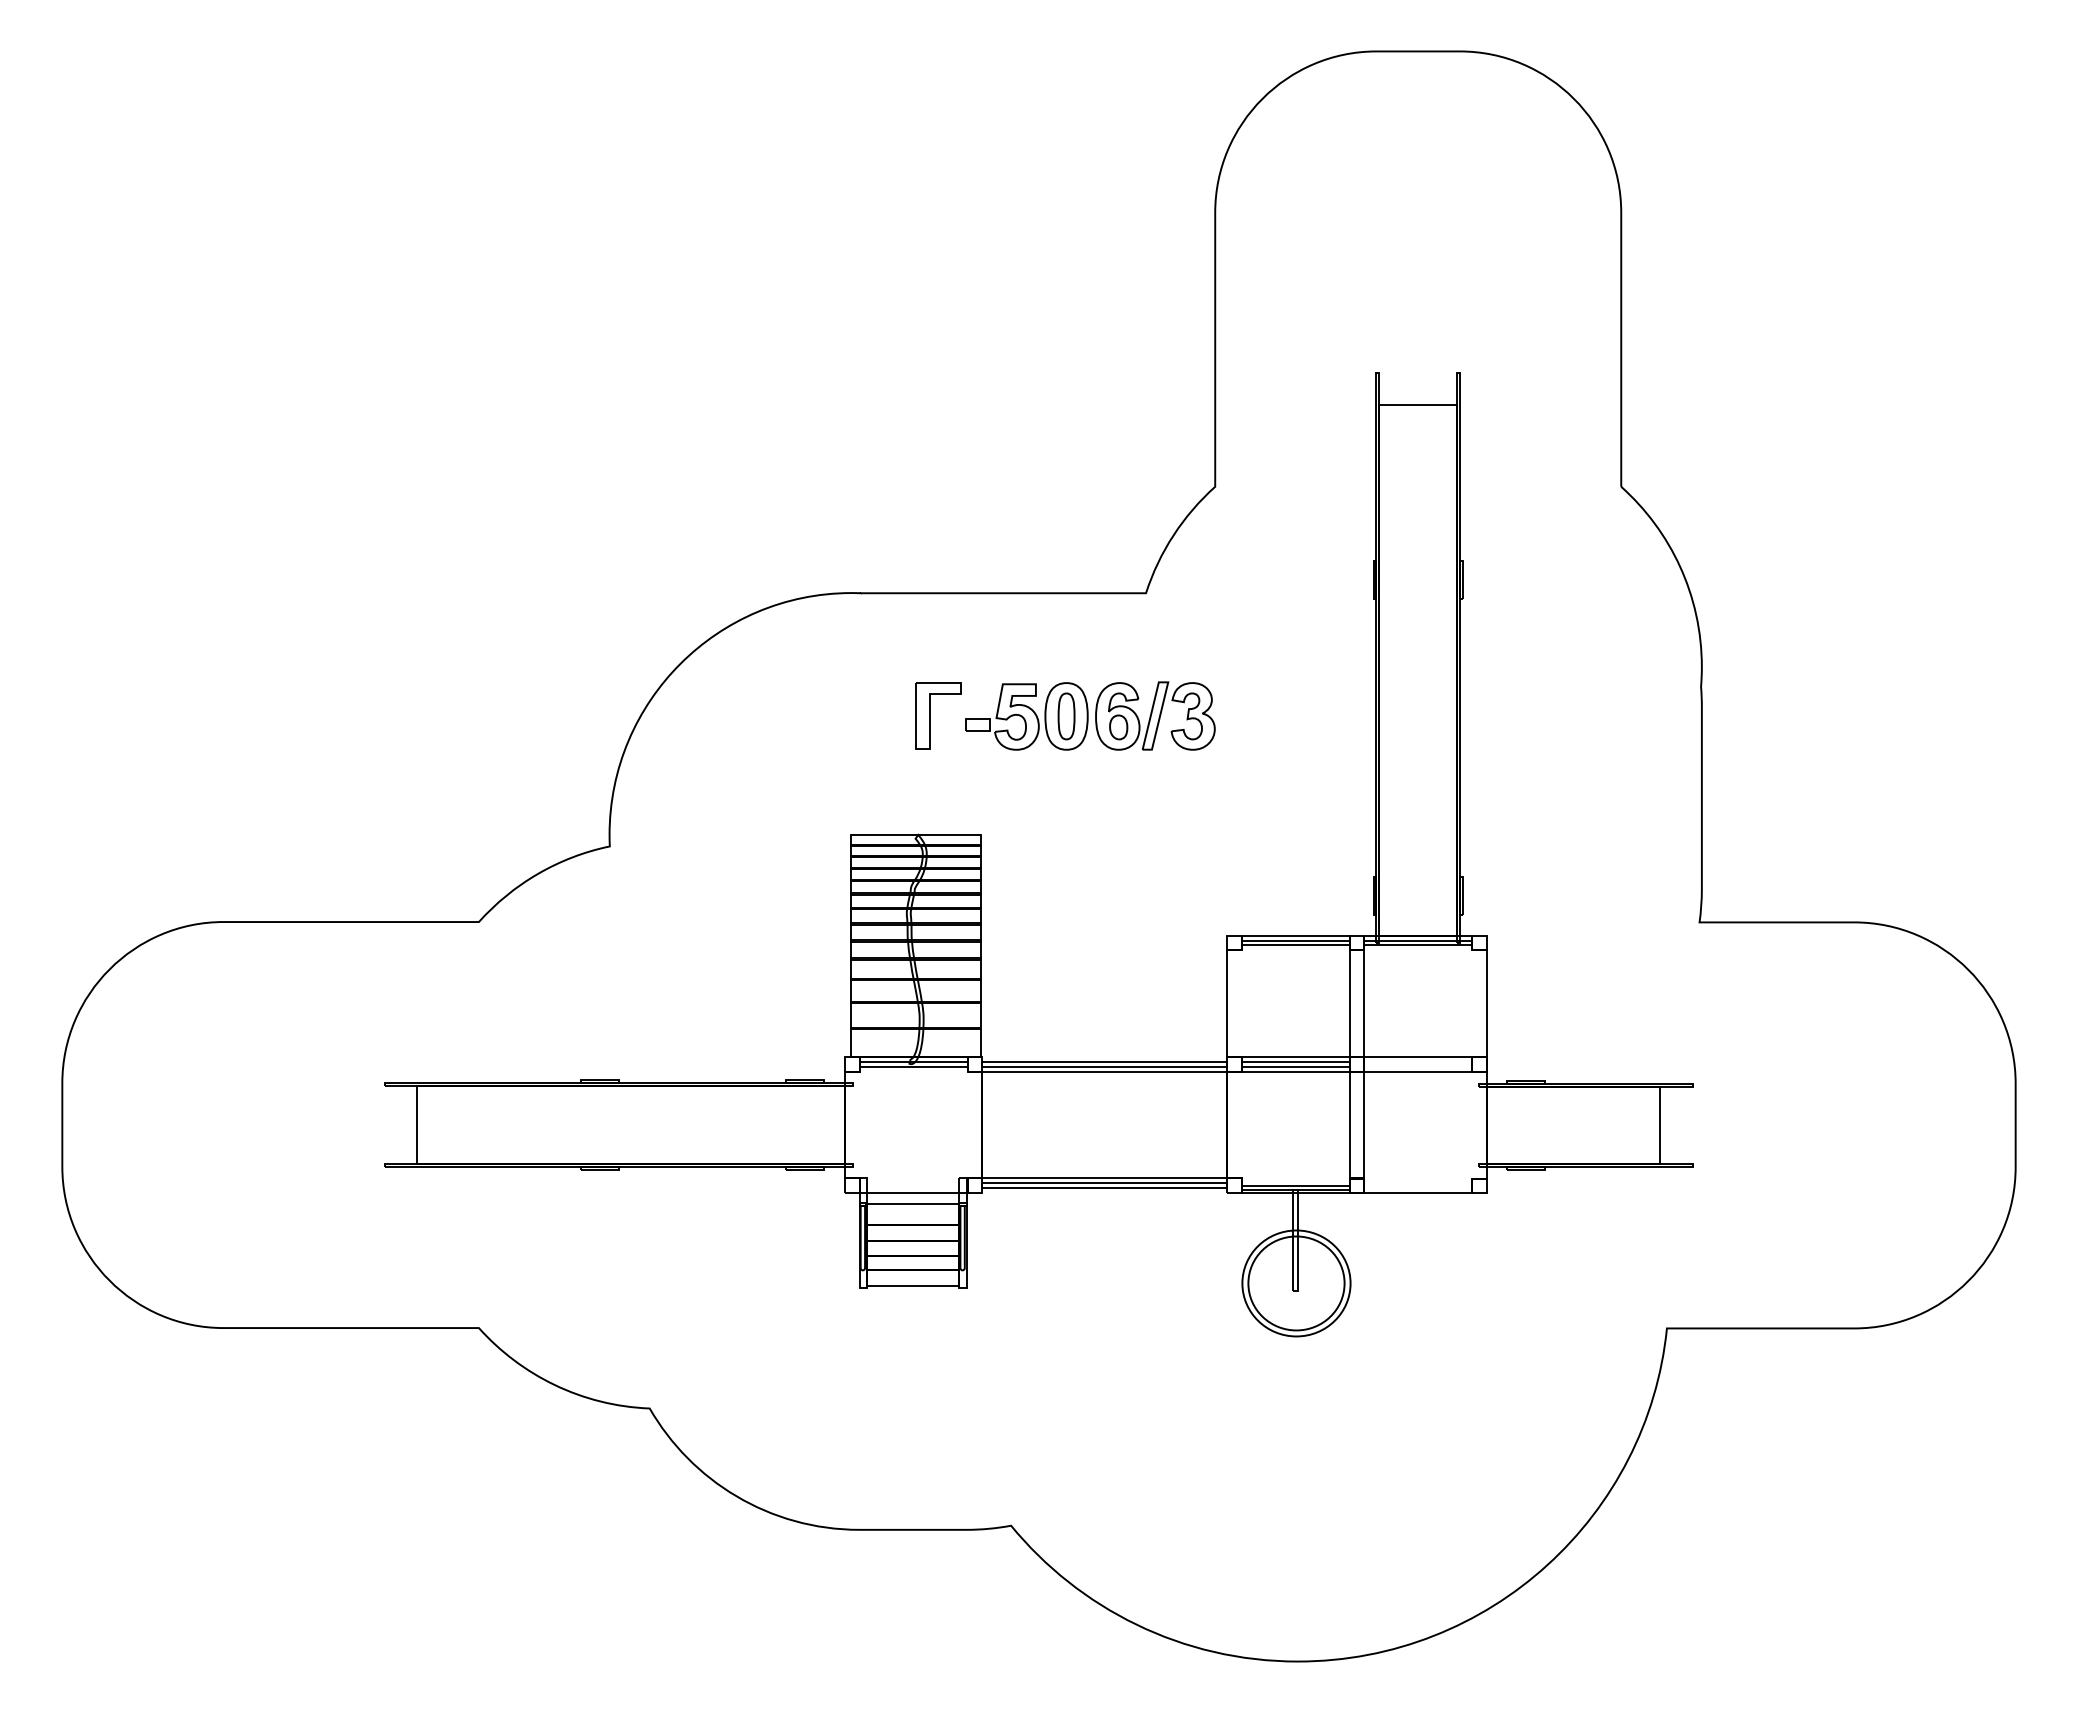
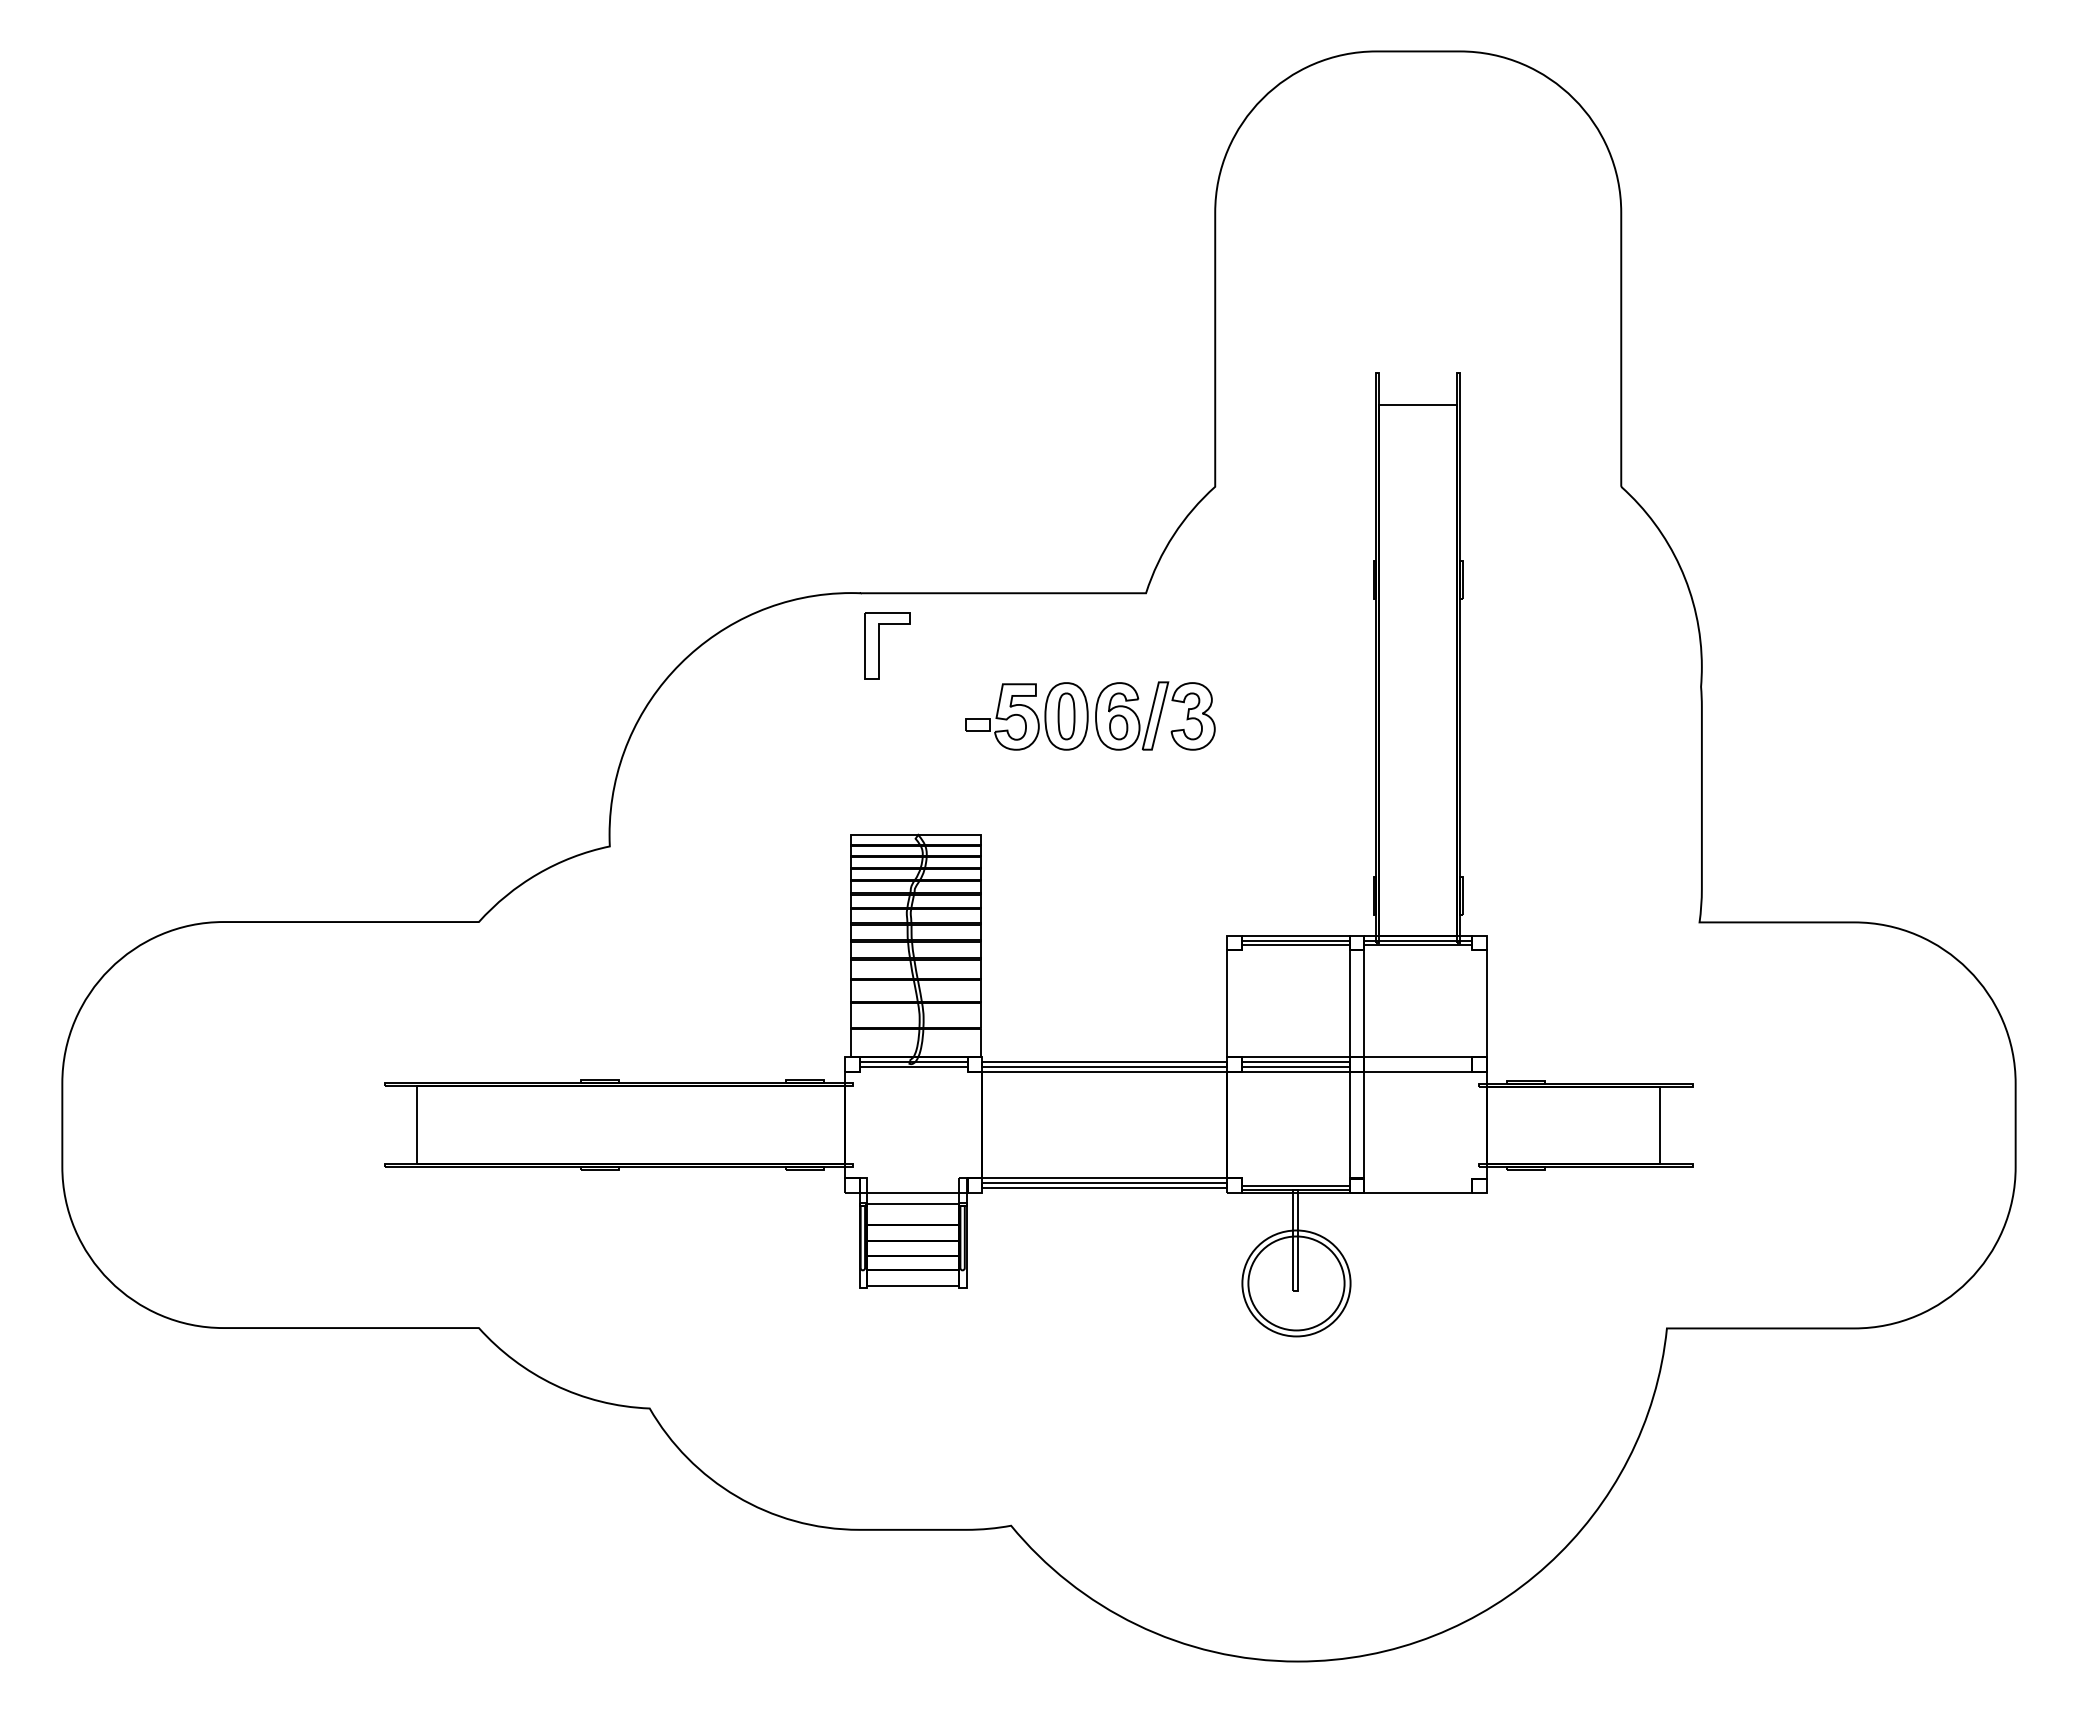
part at (930, 715) position: (930, 715) -> (879, 645)
